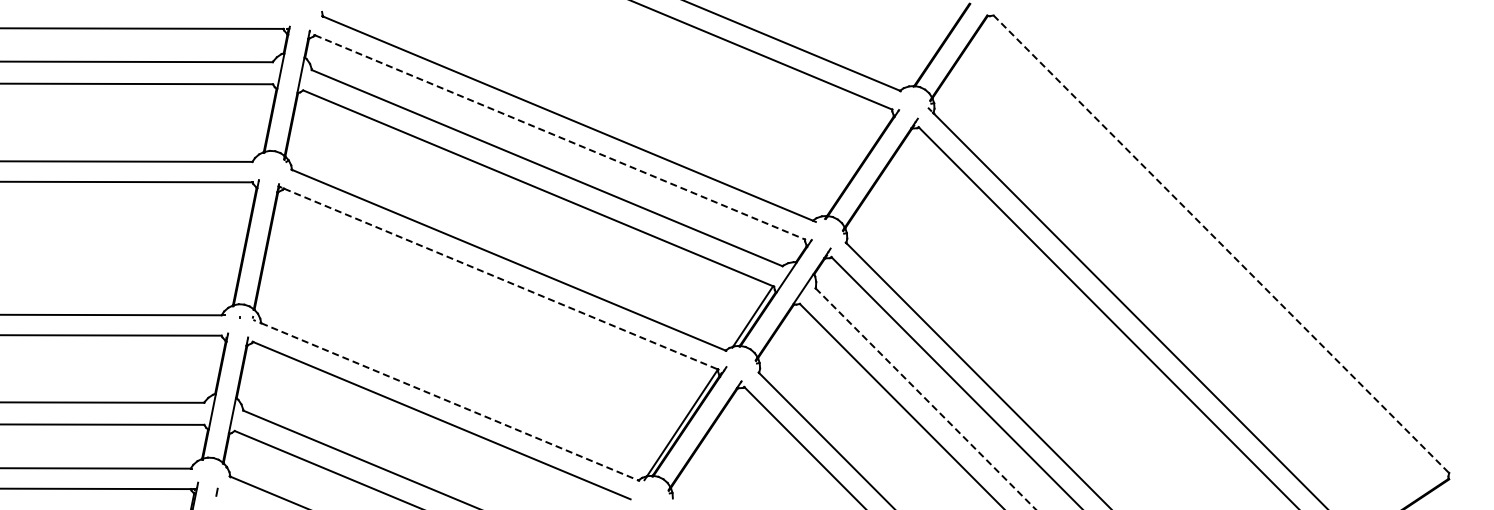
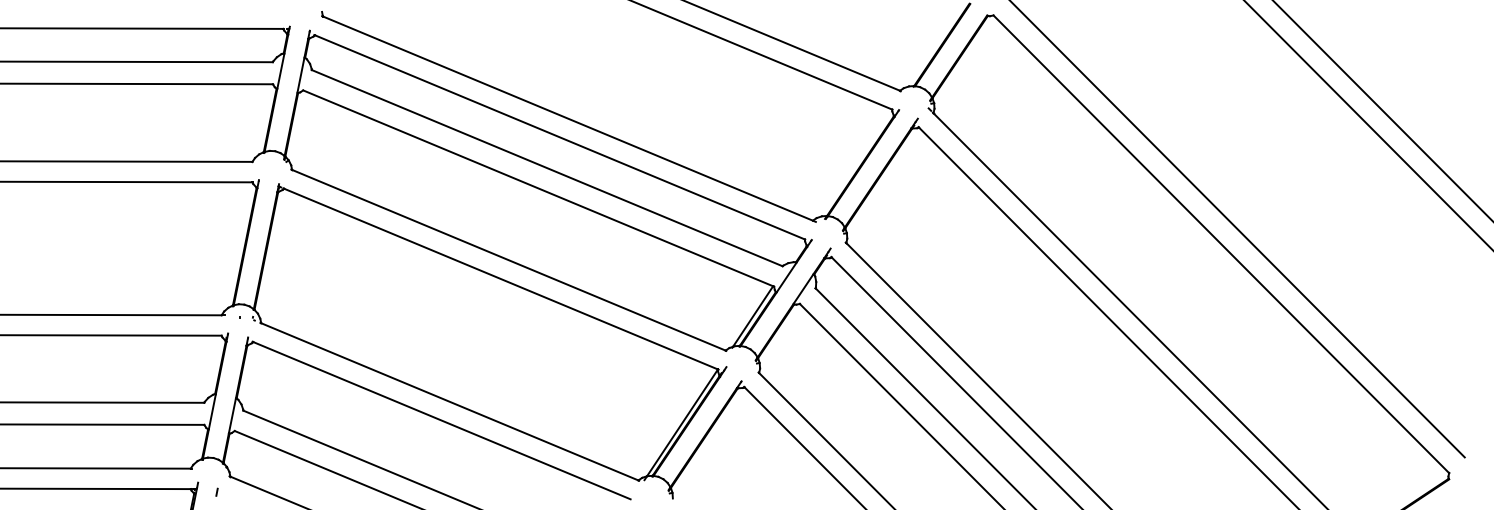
line at (1382, 110): none -> present
line at (1368, 124): none -> present
line at (560, 137): dashed -> solid
line at (1237, 229): none -> present
line at (1221, 244): dashed -> solid
line at (501, 279): dashed -> solid
line at (925, 398): dashed -> solid
line at (450, 402): dashed -> solid
